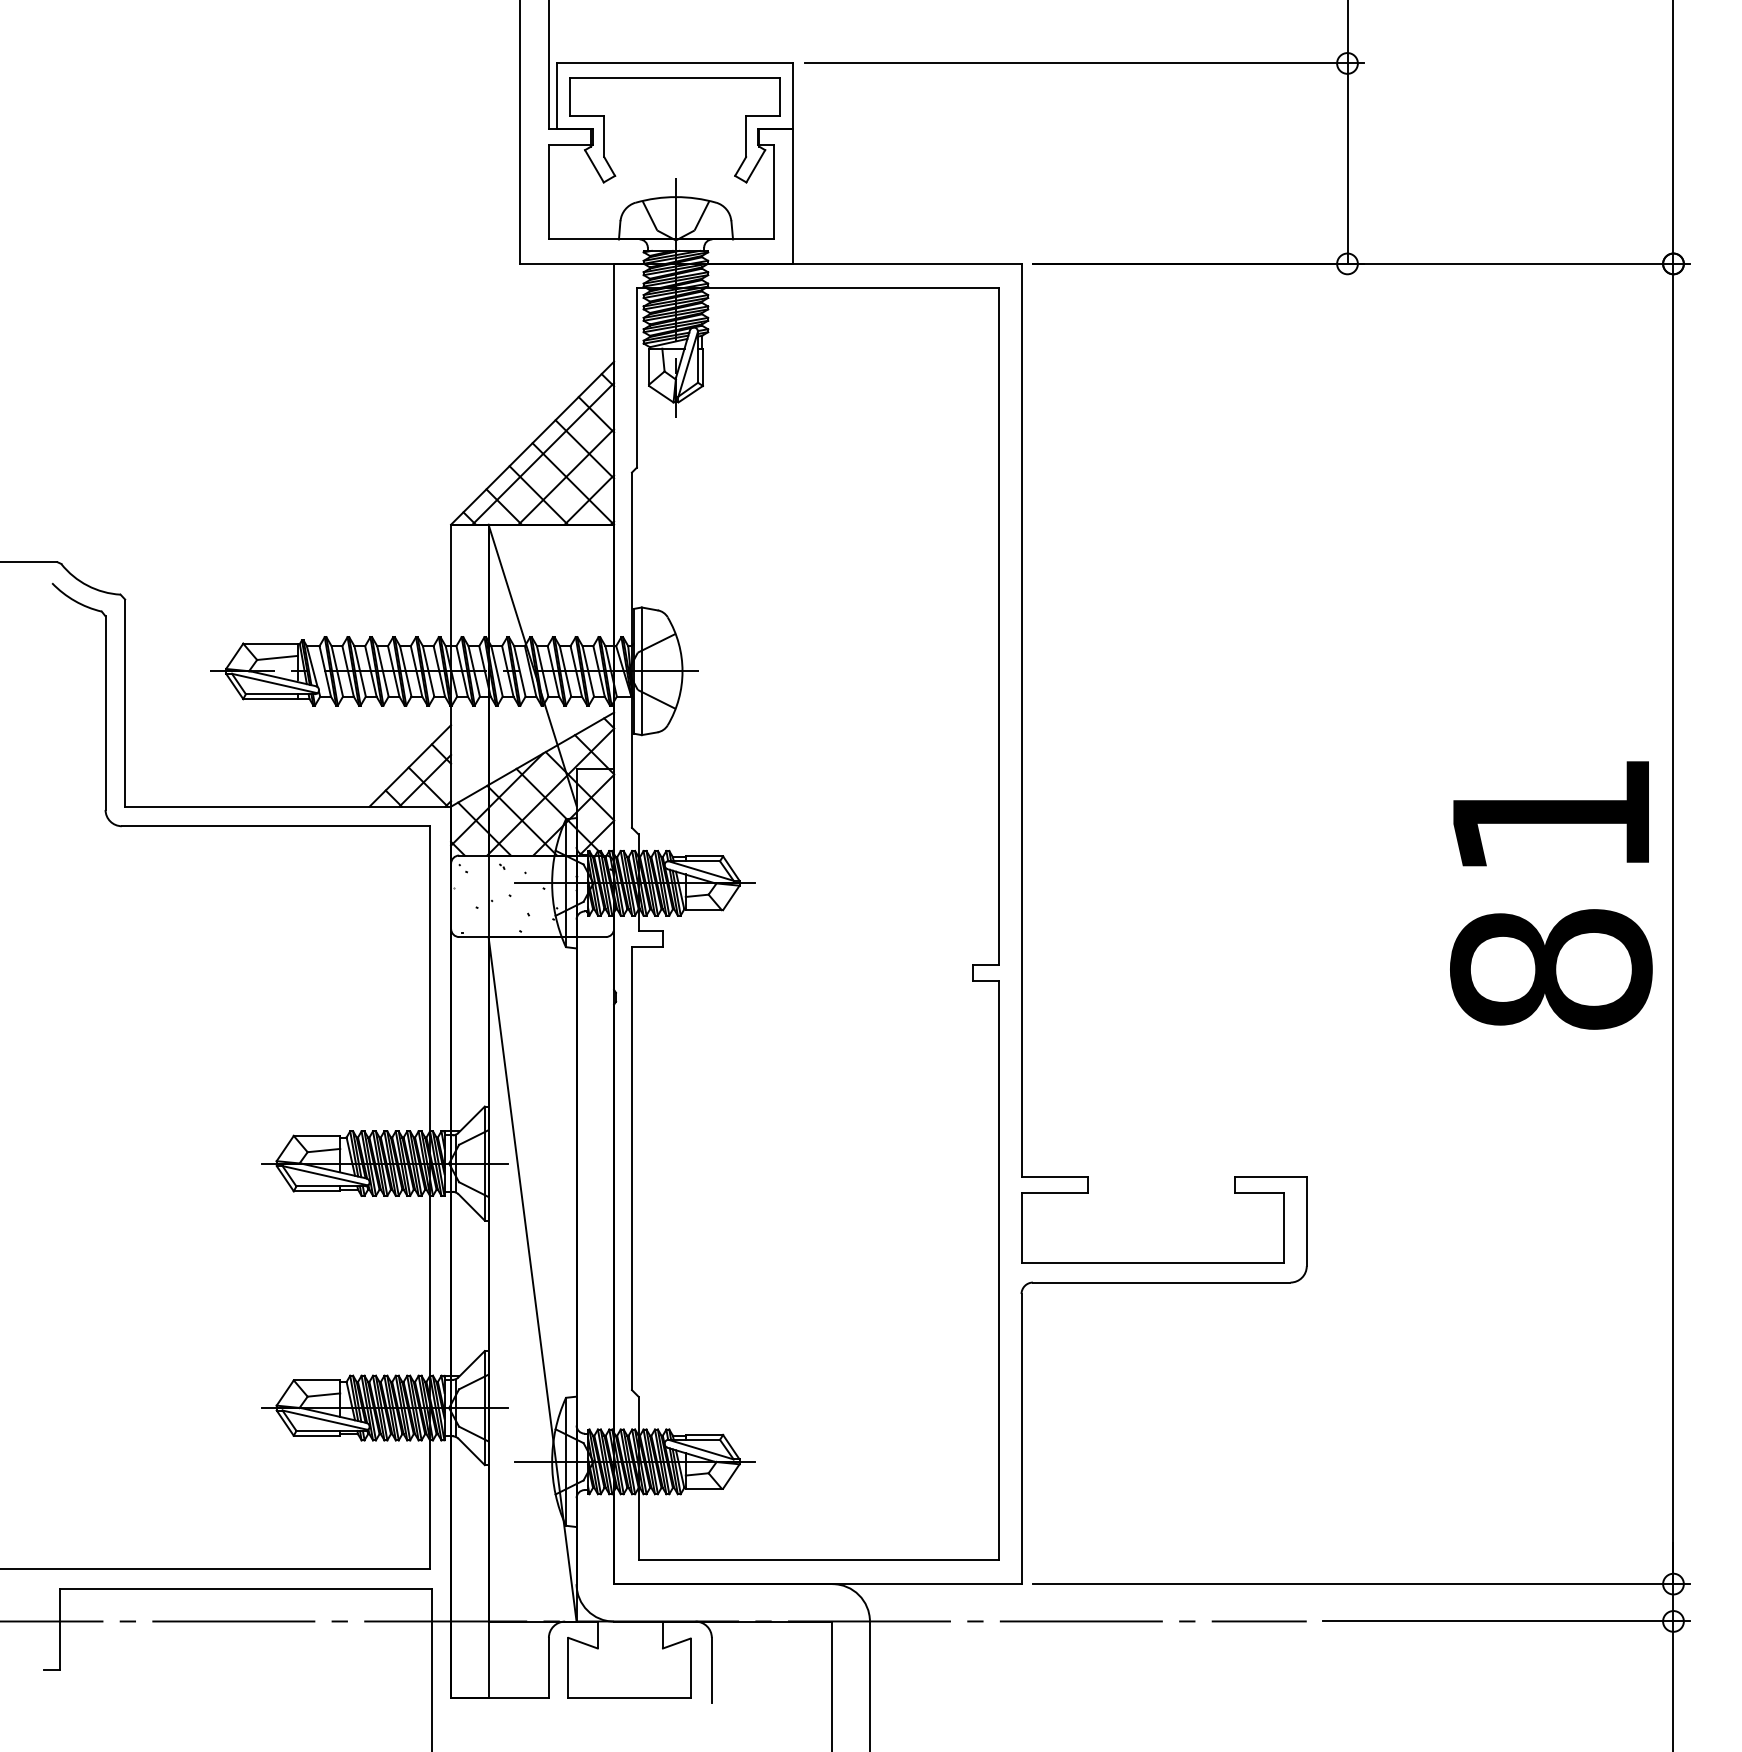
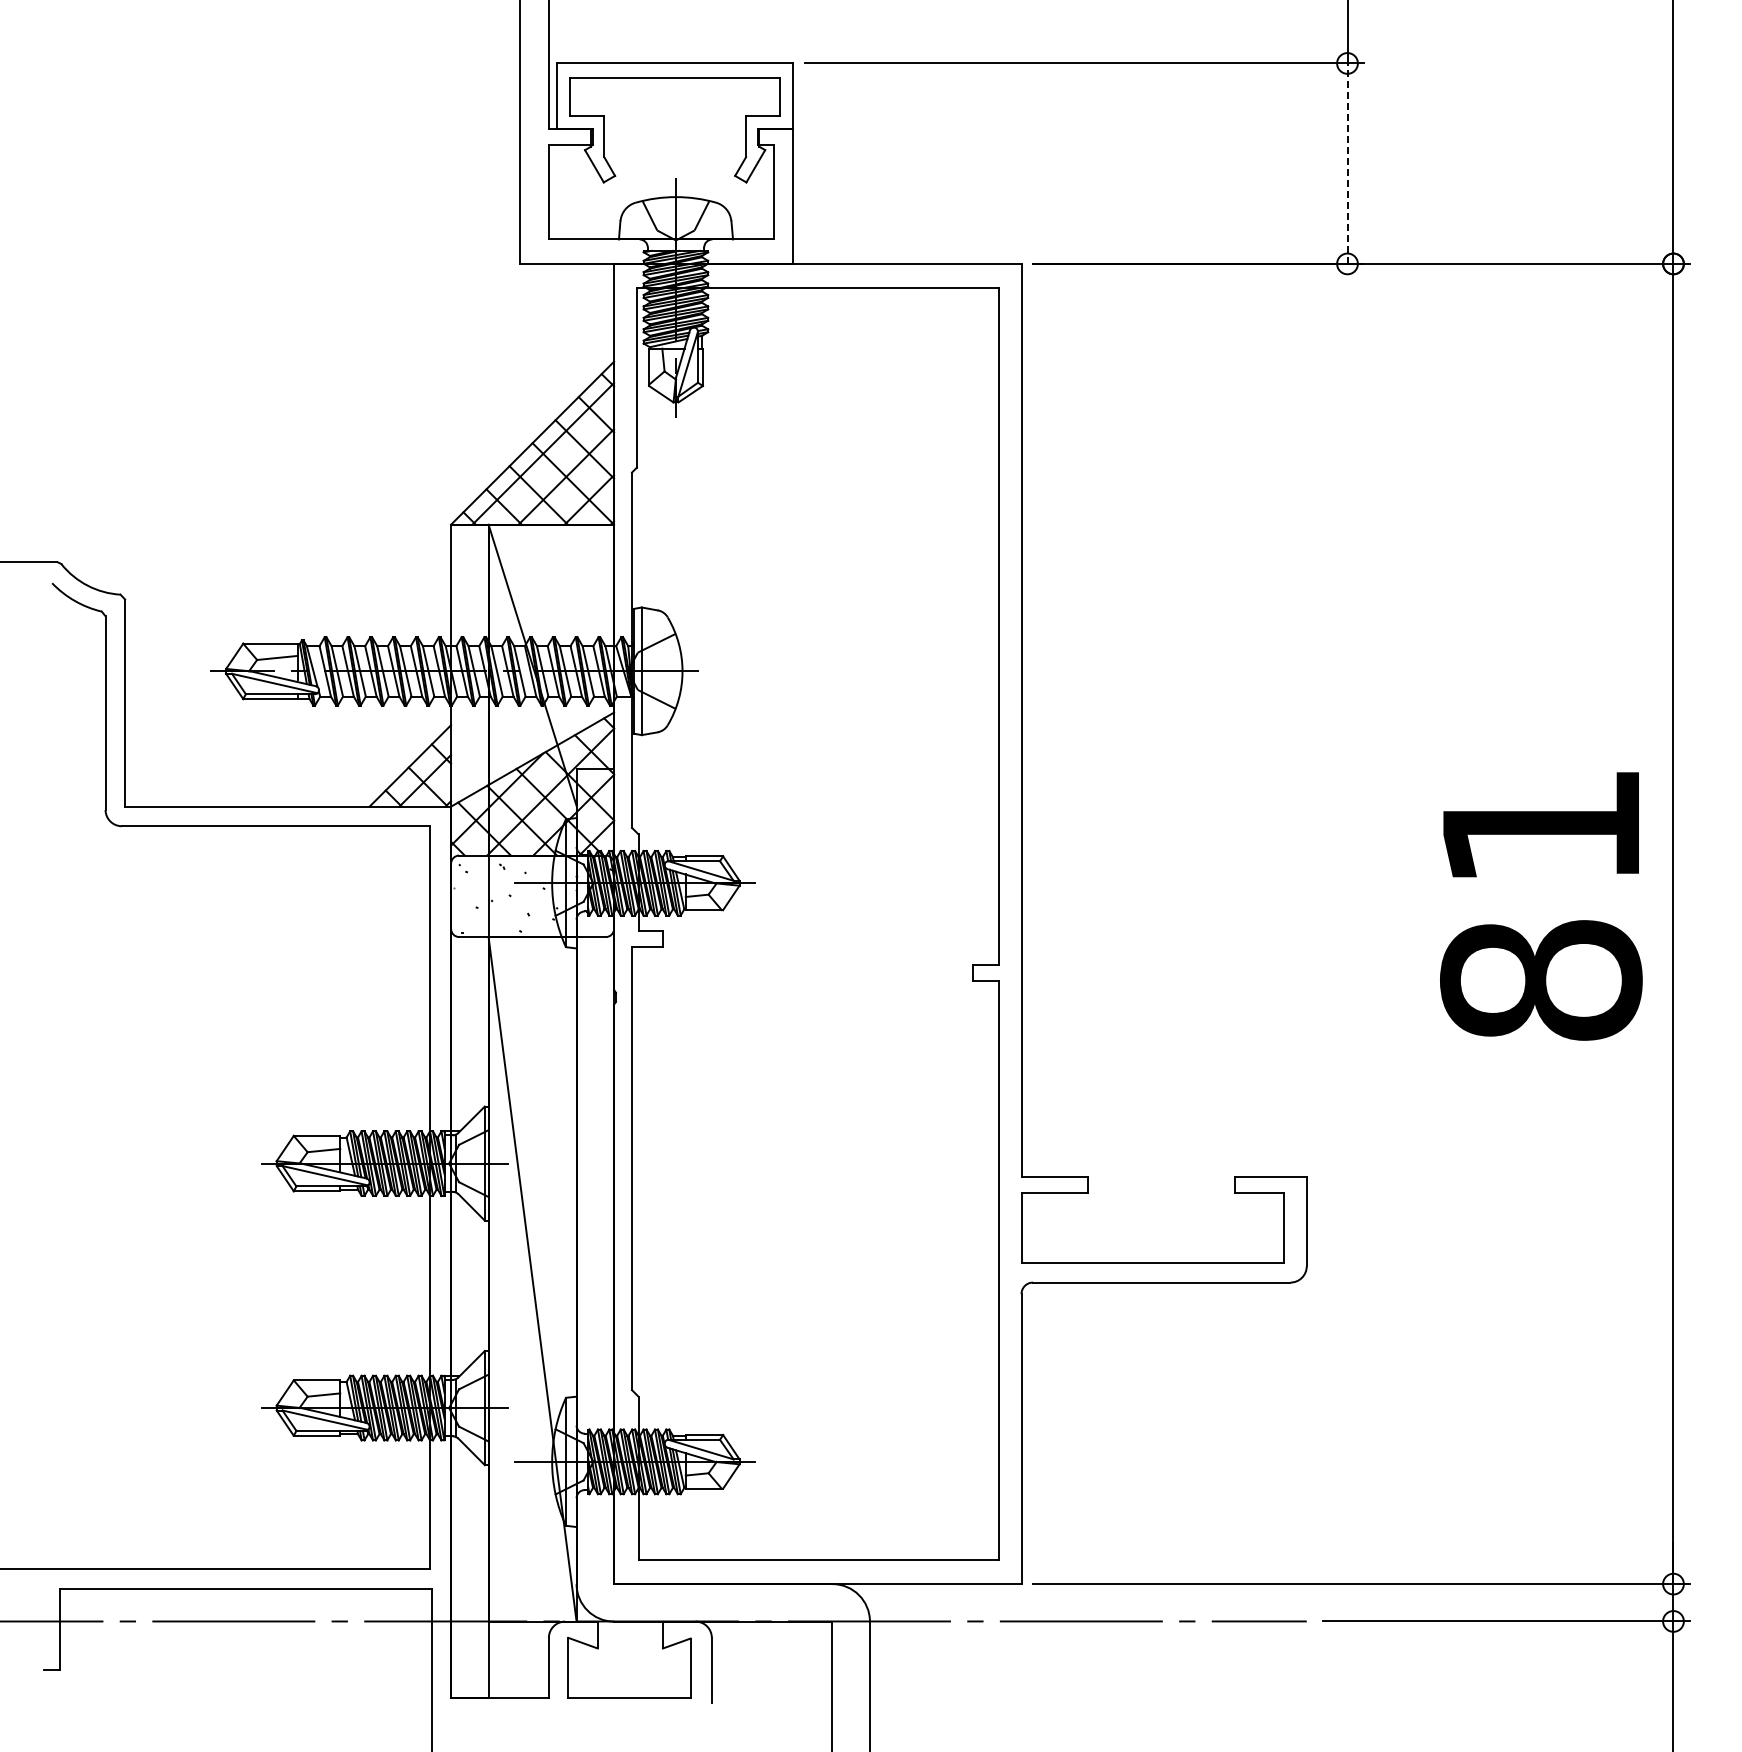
line at (1347, 163): solid -> dashed
text at (1551, 895) position: (1551, 895) -> (1541, 906)
